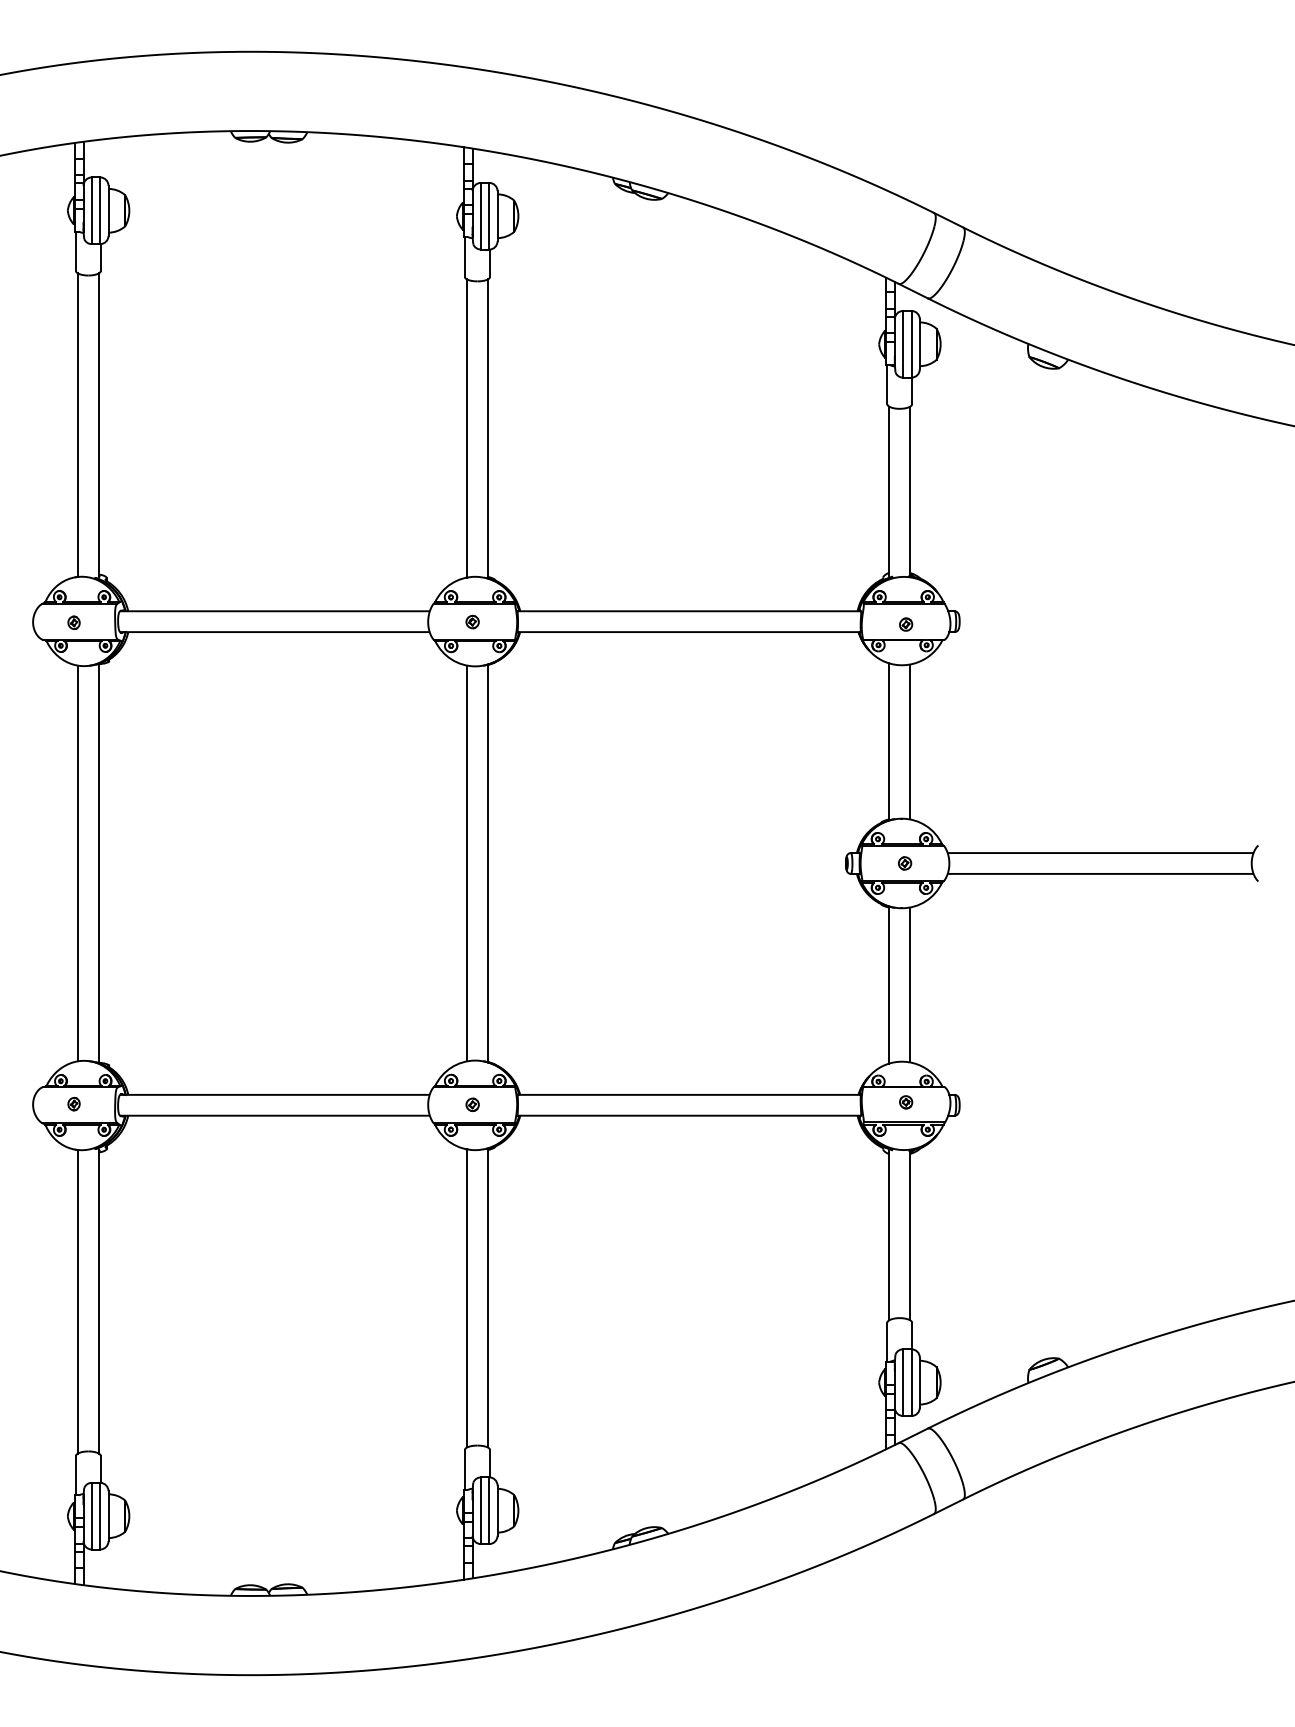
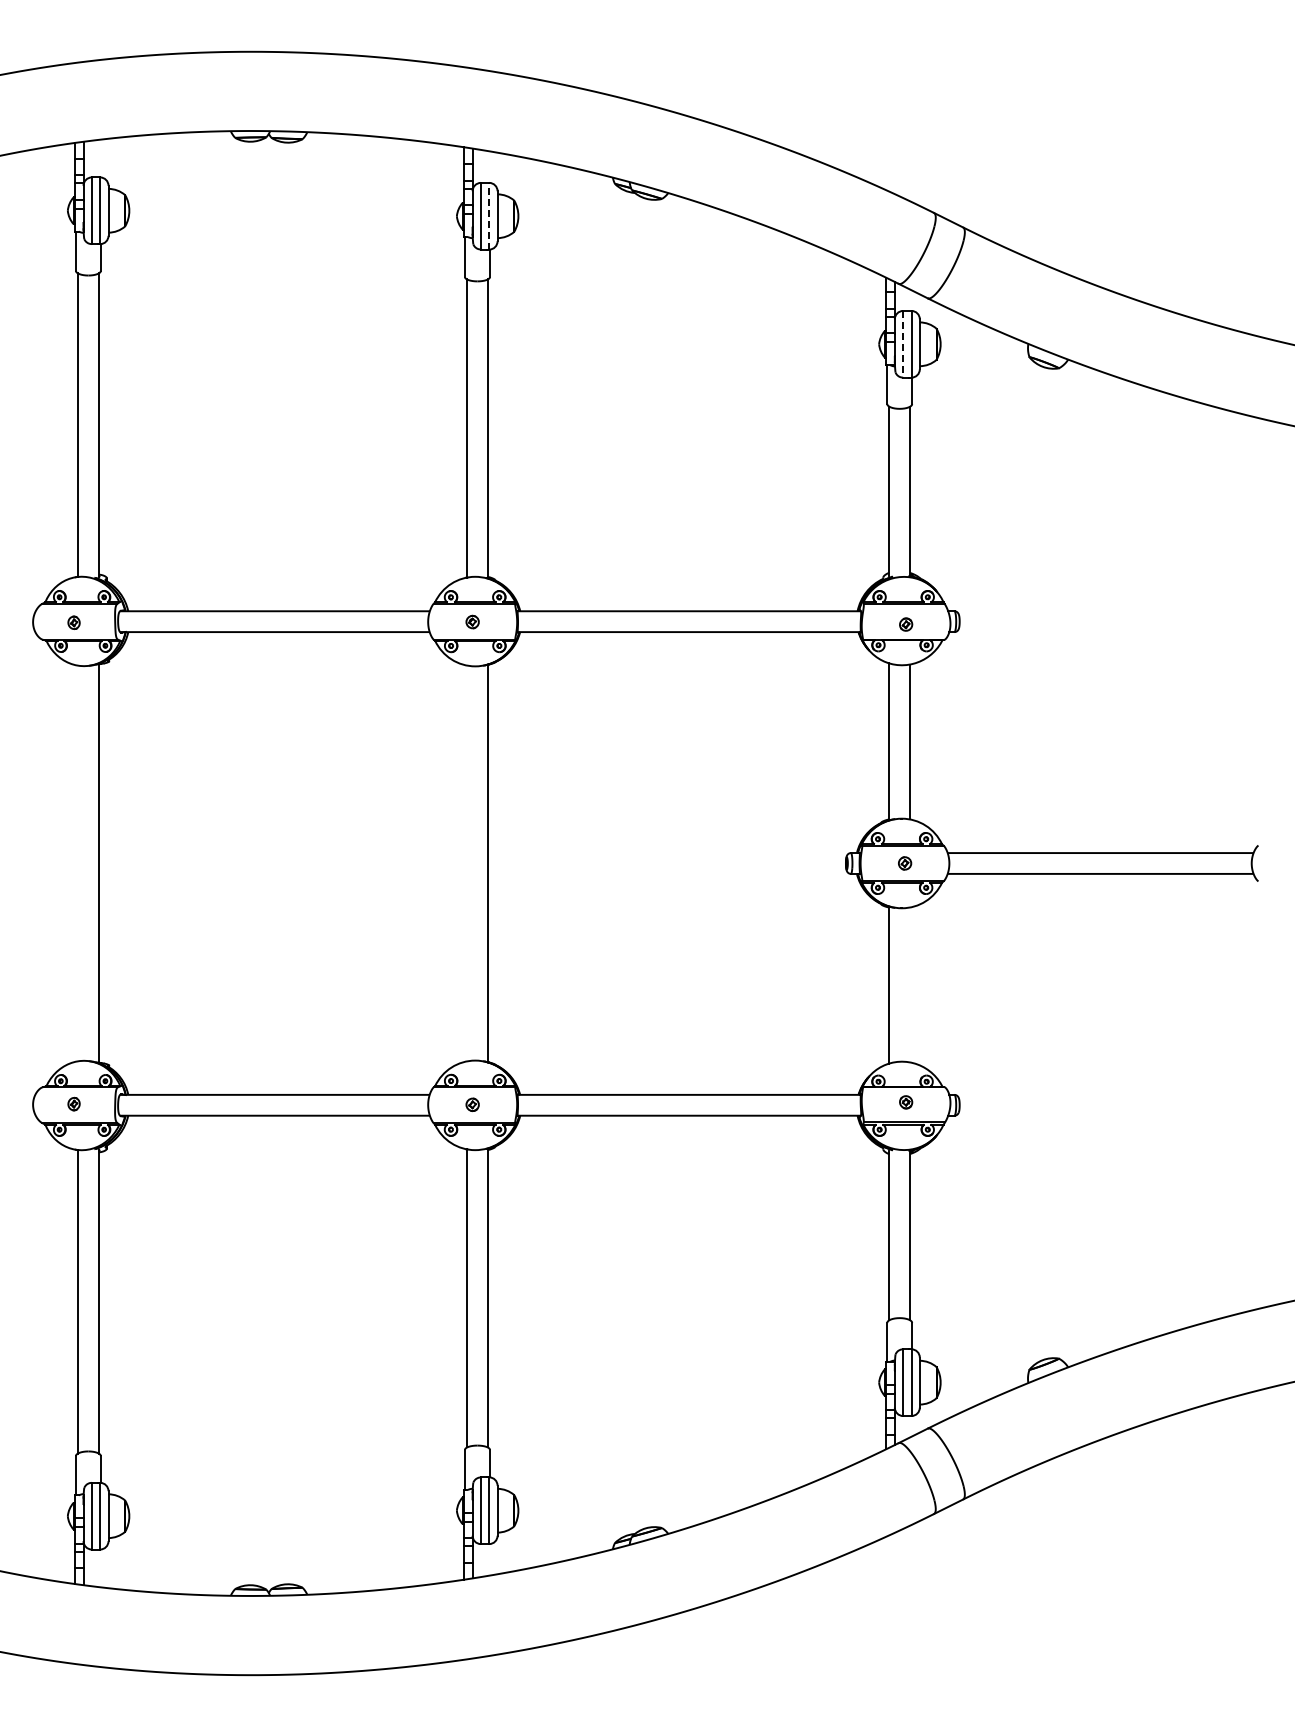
line at (489, 215): solid -> dashed
line at (903, 344): solid -> dashed
line at (78, 863): present -> none
line at (467, 863): present -> none
line at (910, 984): present -> none
